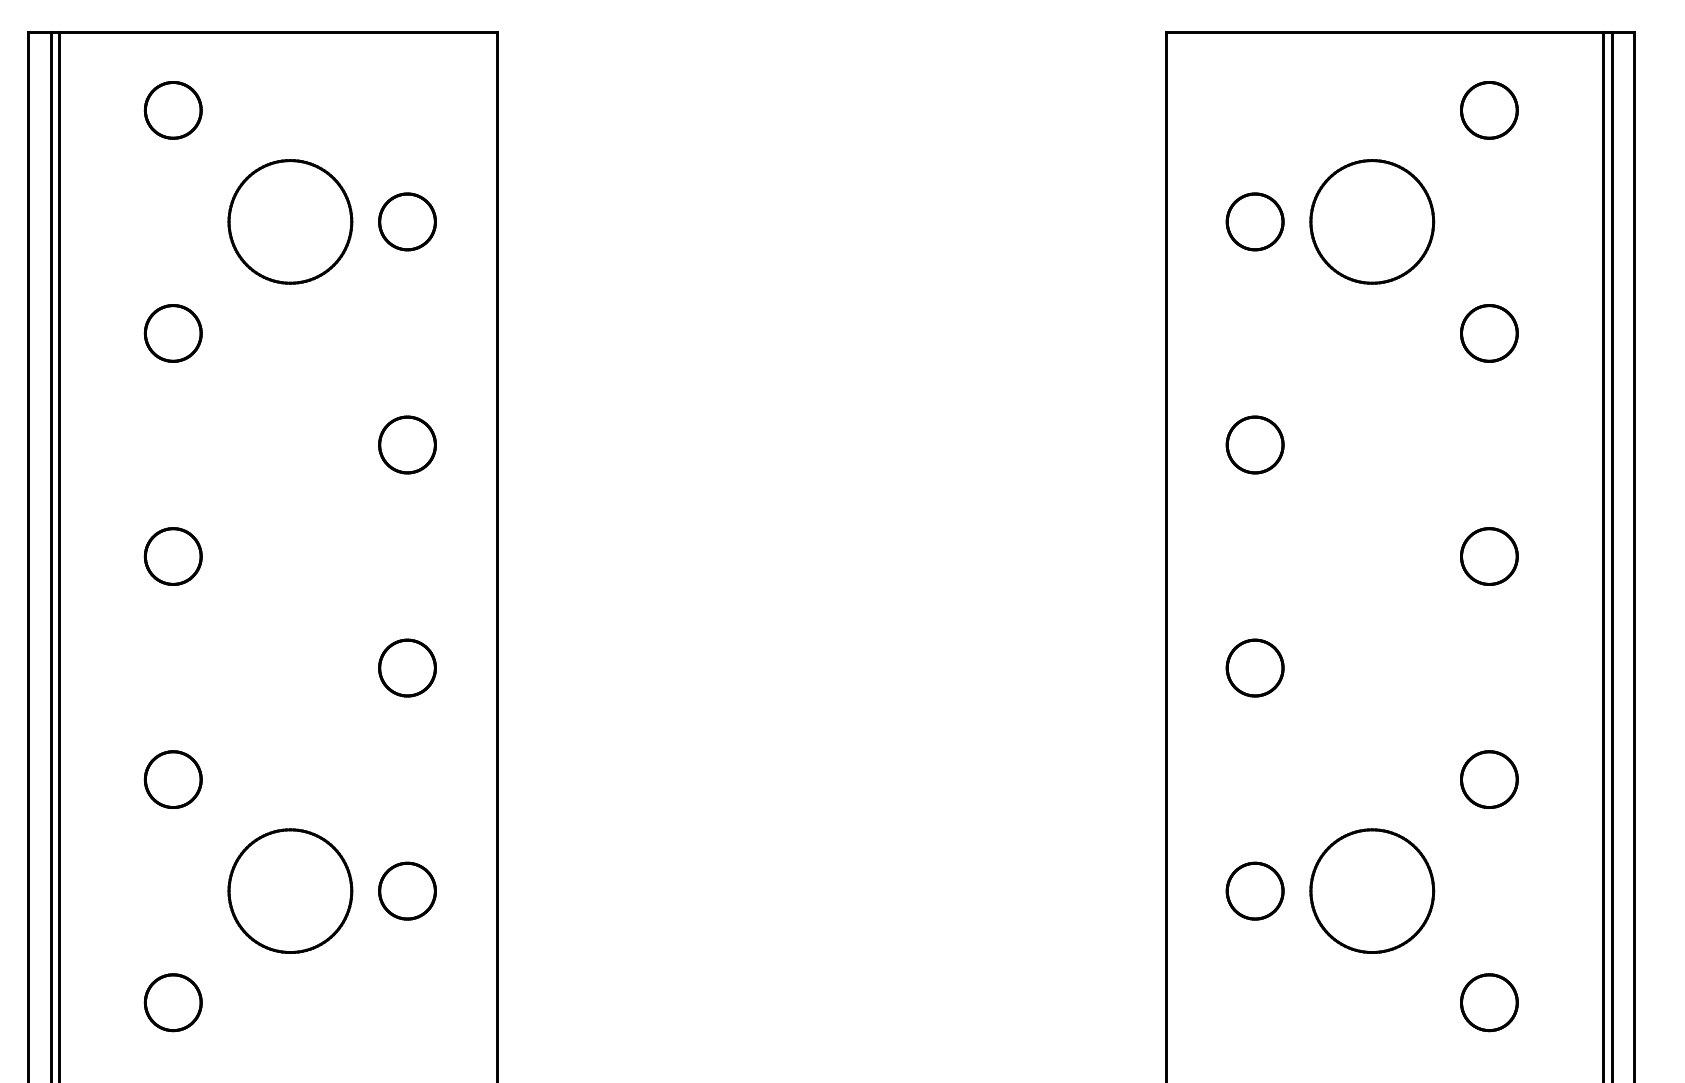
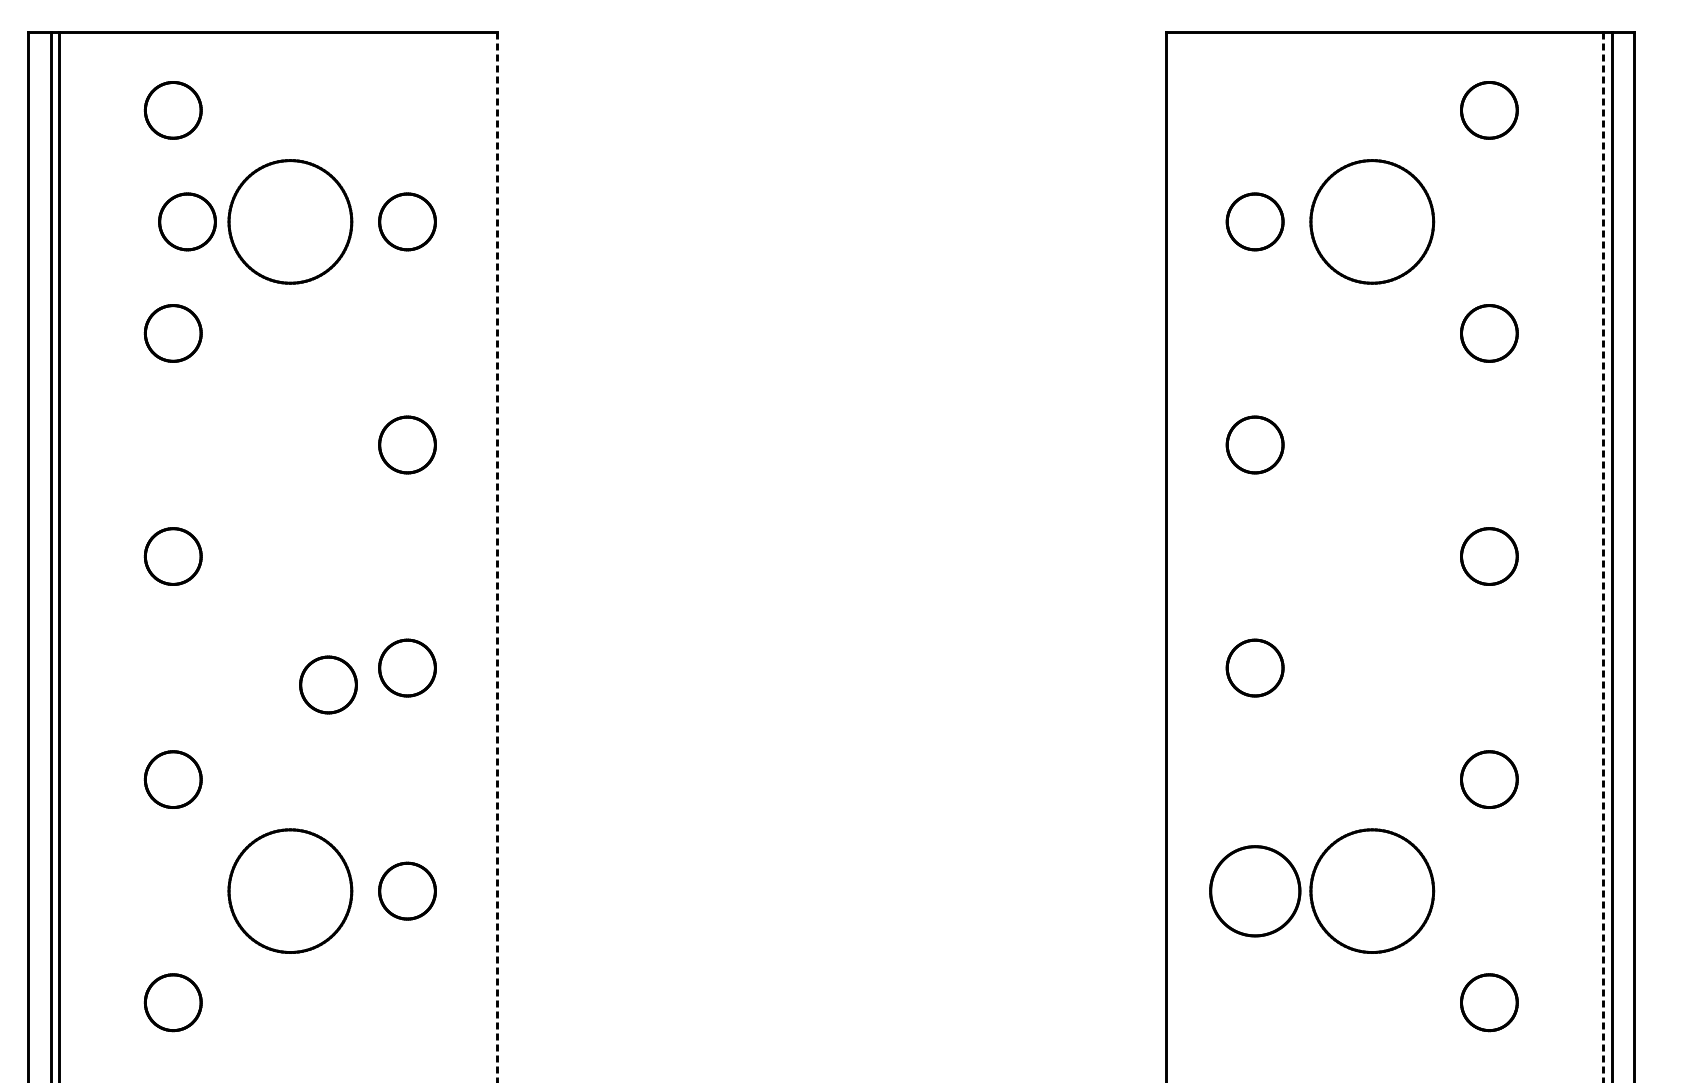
part at (187, 221): none -> present
line at (1603, 557): solid -> dashed
line at (496, 558): solid -> dashed
part at (328, 684): none -> present
part at (1254, 890) size: 60x60 px -> 93x93 px
